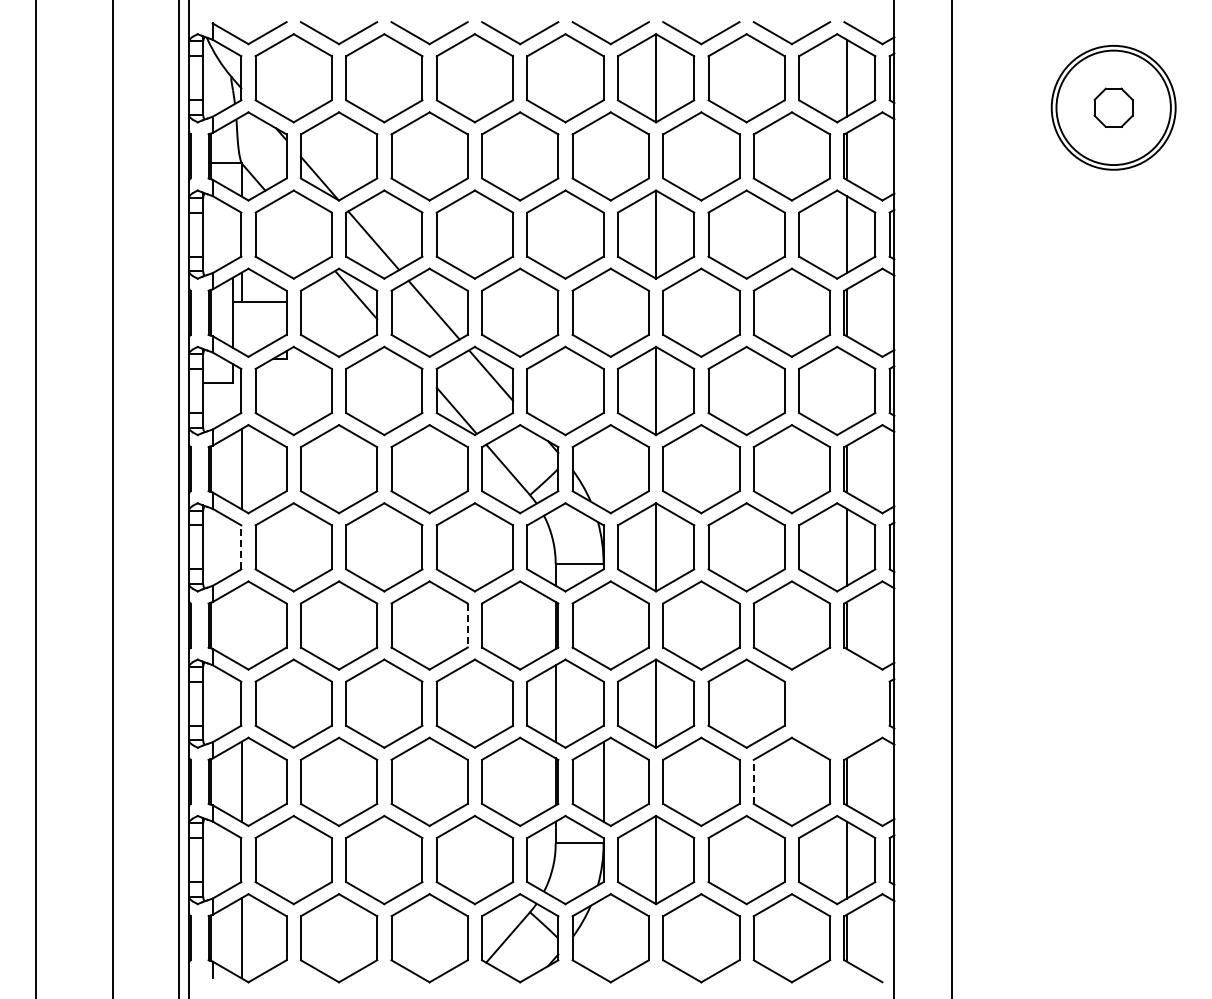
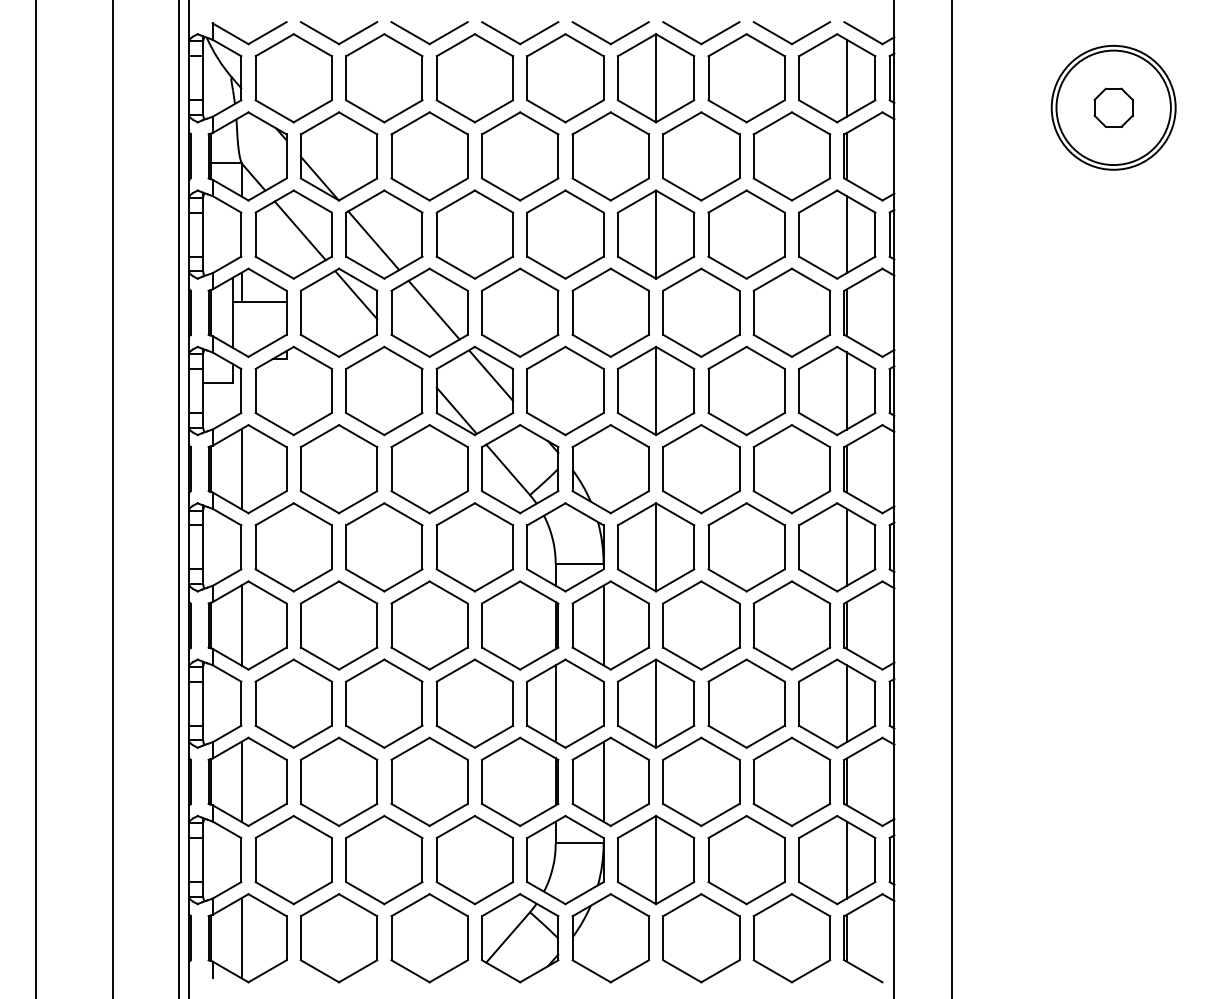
line at (299, 230): none -> present
line at (846, 390): none -> present
line at (241, 546): dashed -> solid
line at (241, 625): none -> present
line at (603, 625): none -> present
line at (467, 626): dashed -> solid
part at (837, 703): none -> present
line at (753, 781): dashed -> solid
